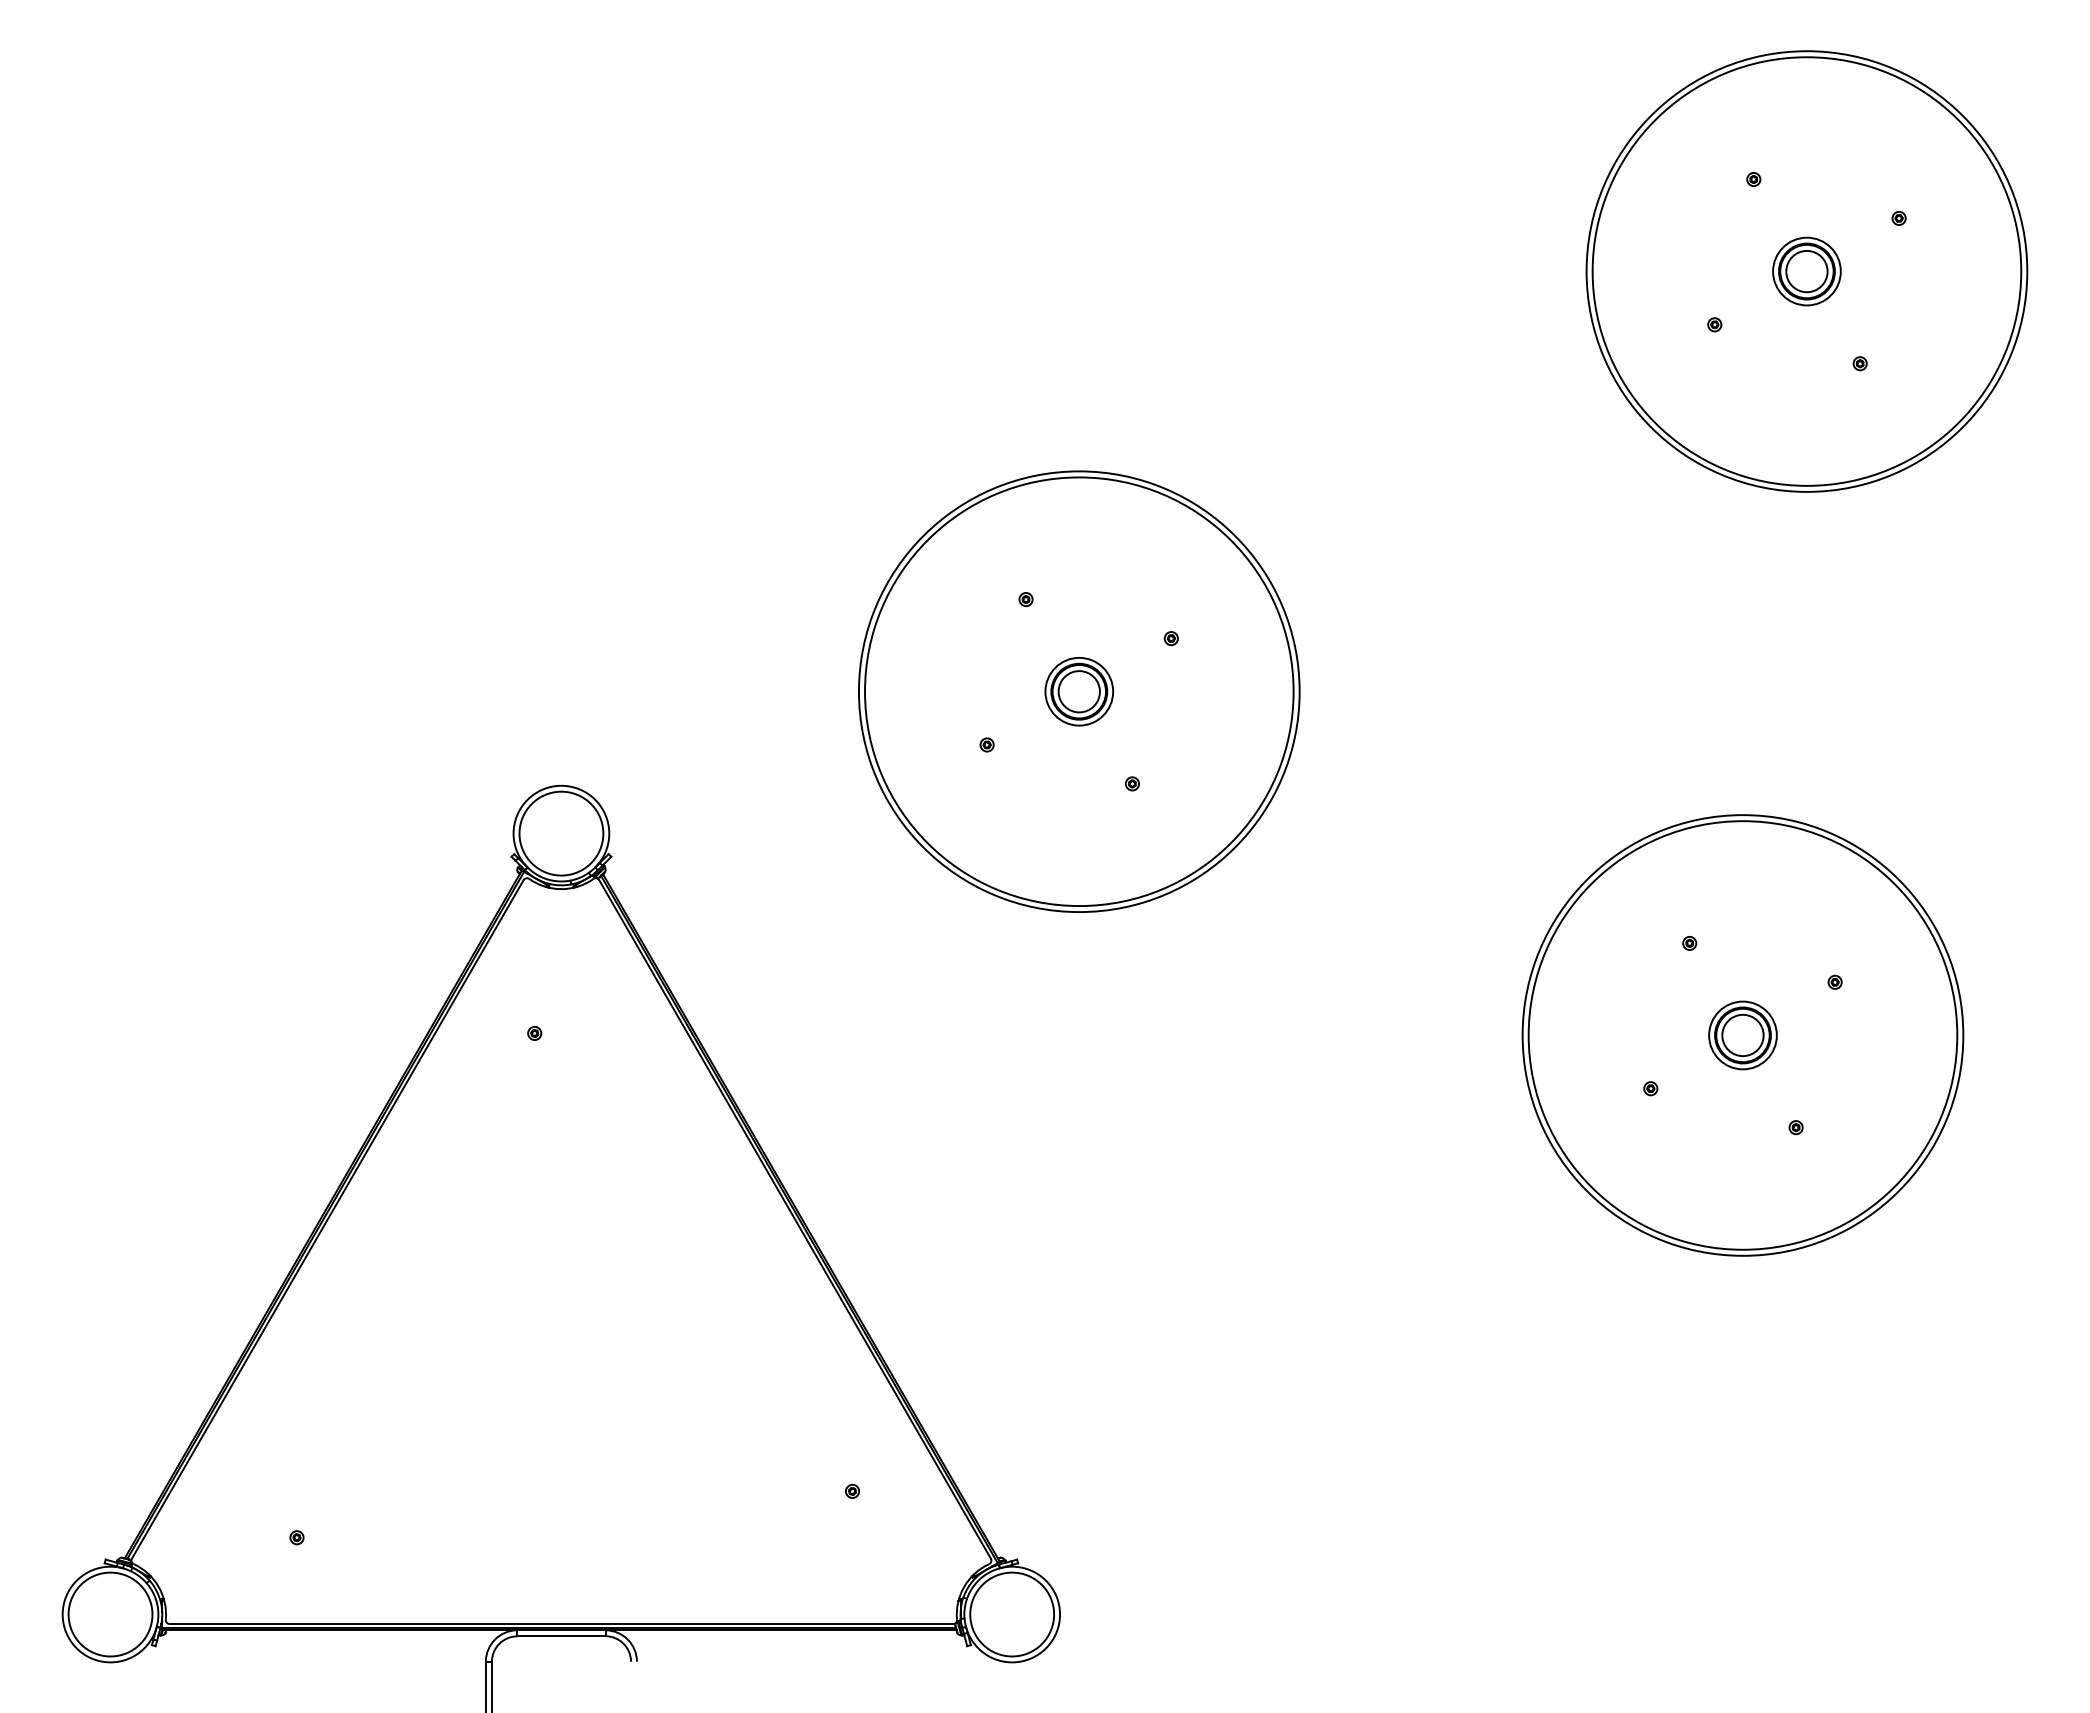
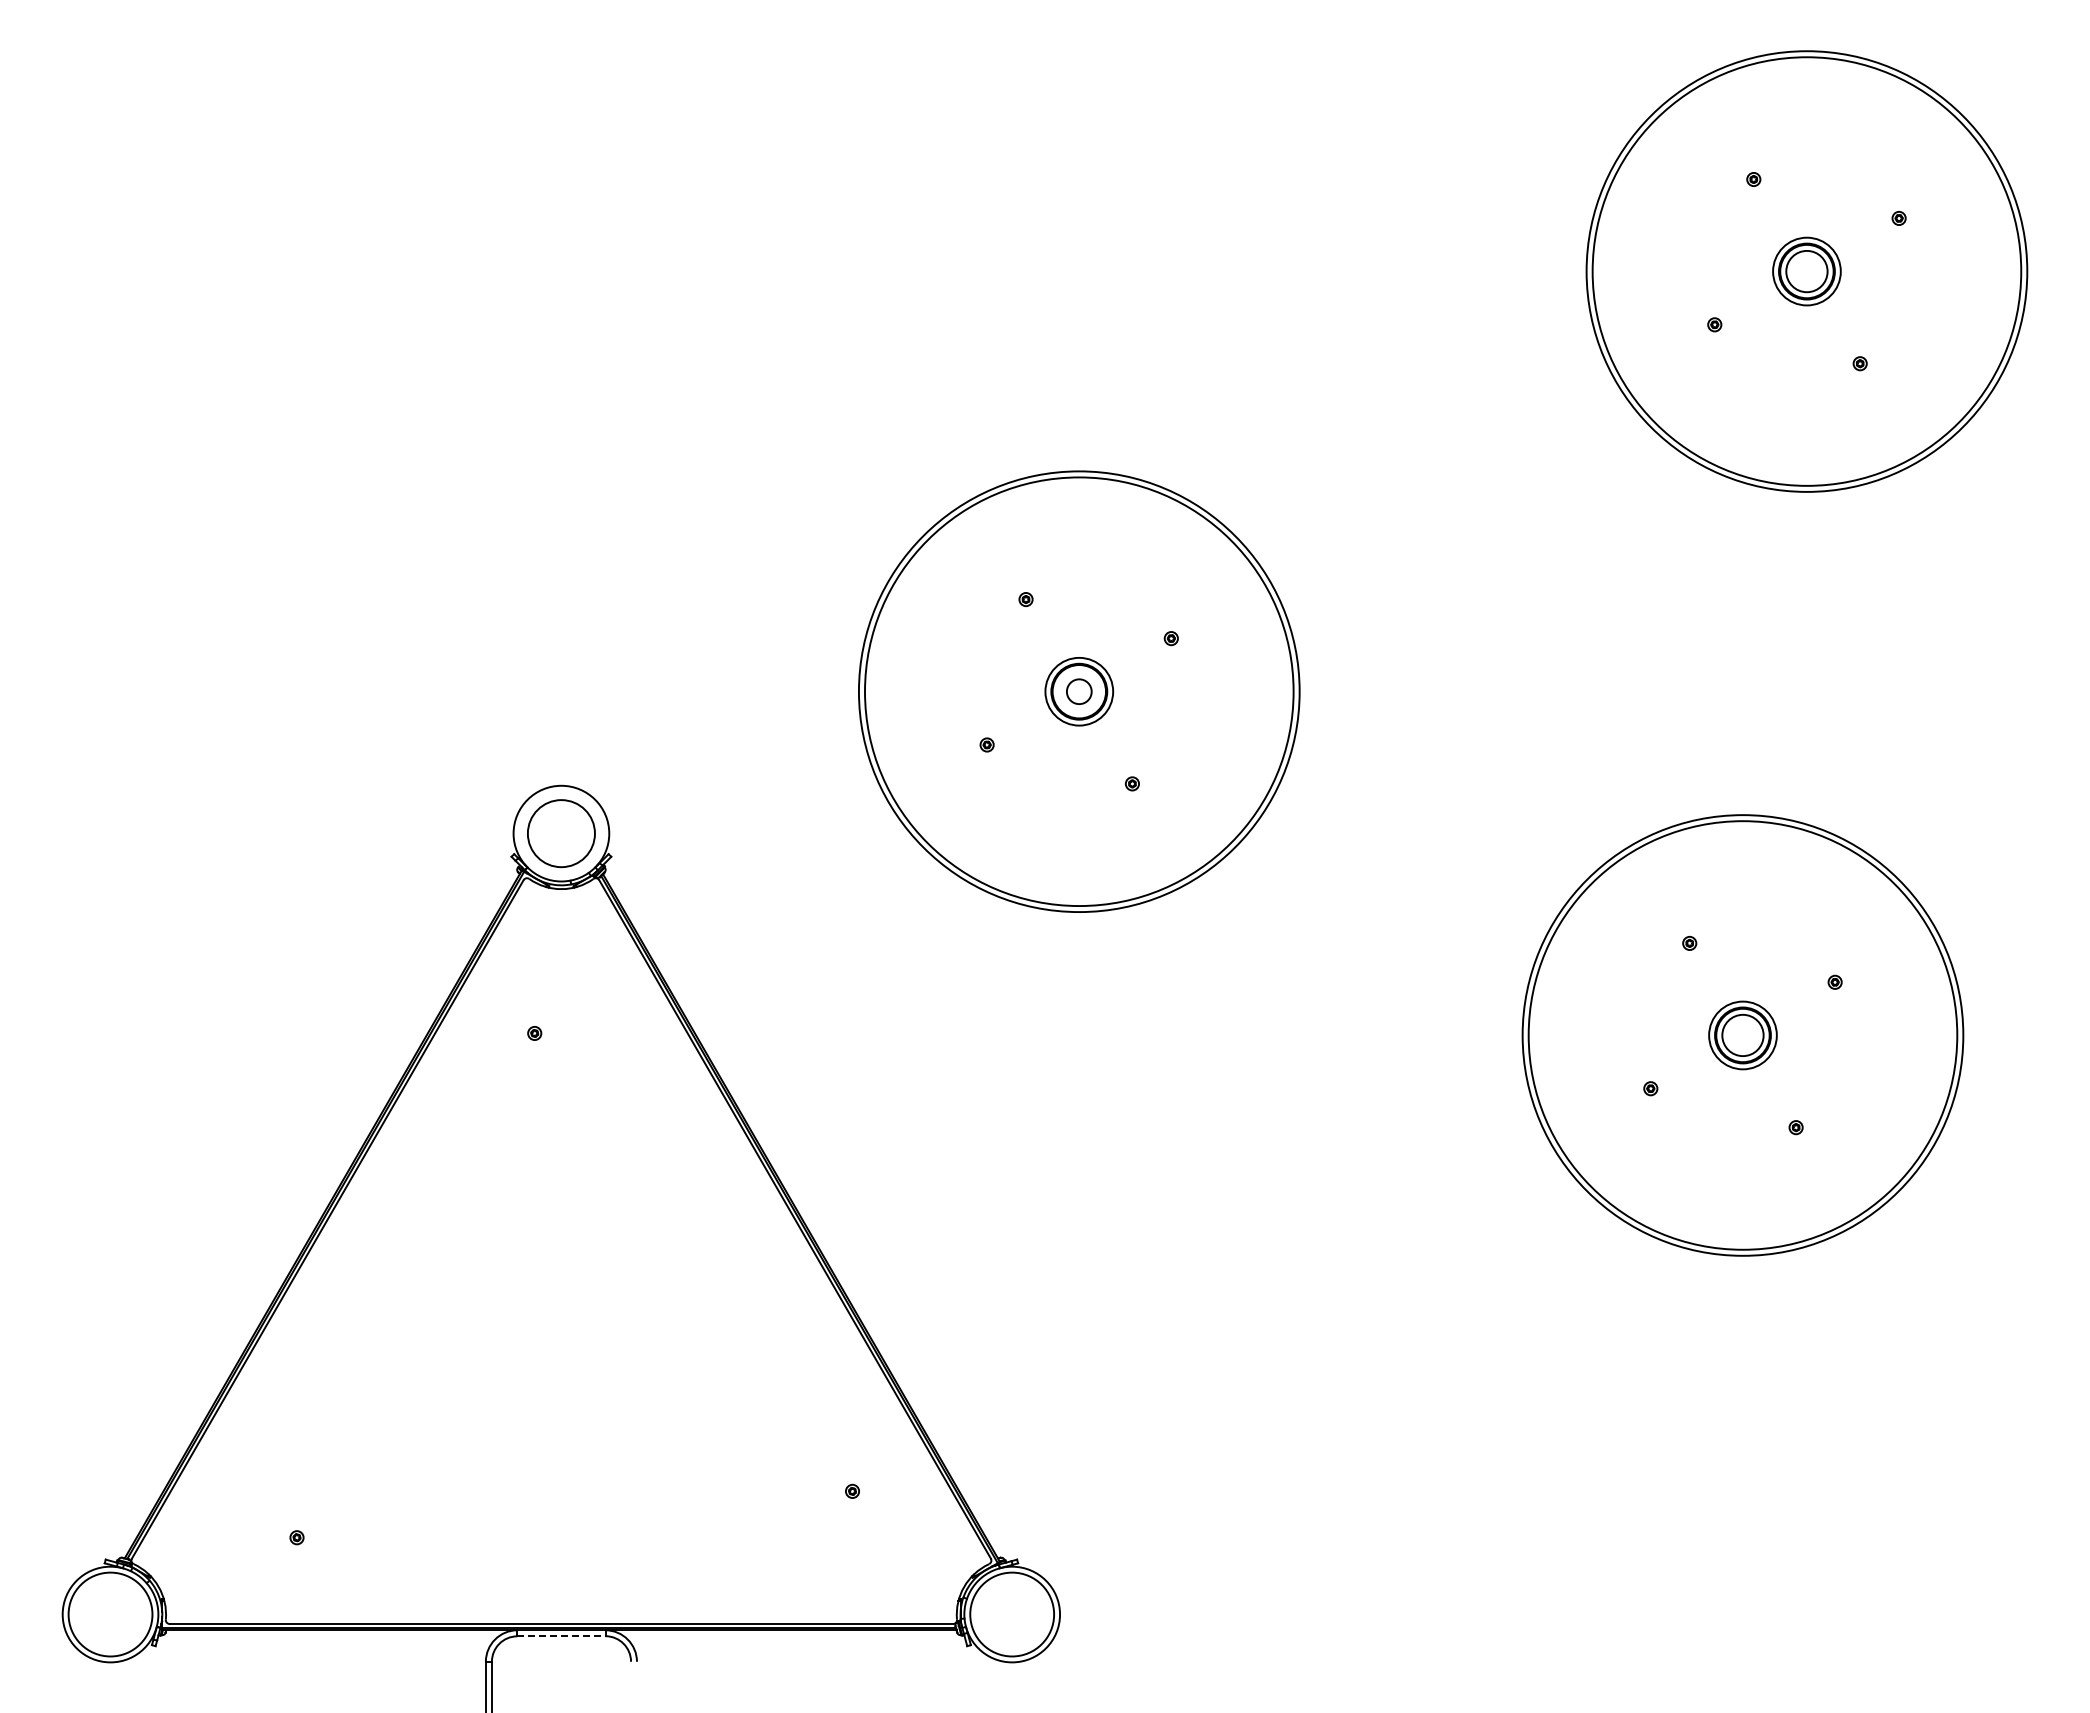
circle at (1078, 691) diameter: 41 px -> 25 px
circle at (561, 833) diameter: 84 px -> 67 px
line at (561, 1636): solid -> dashed
